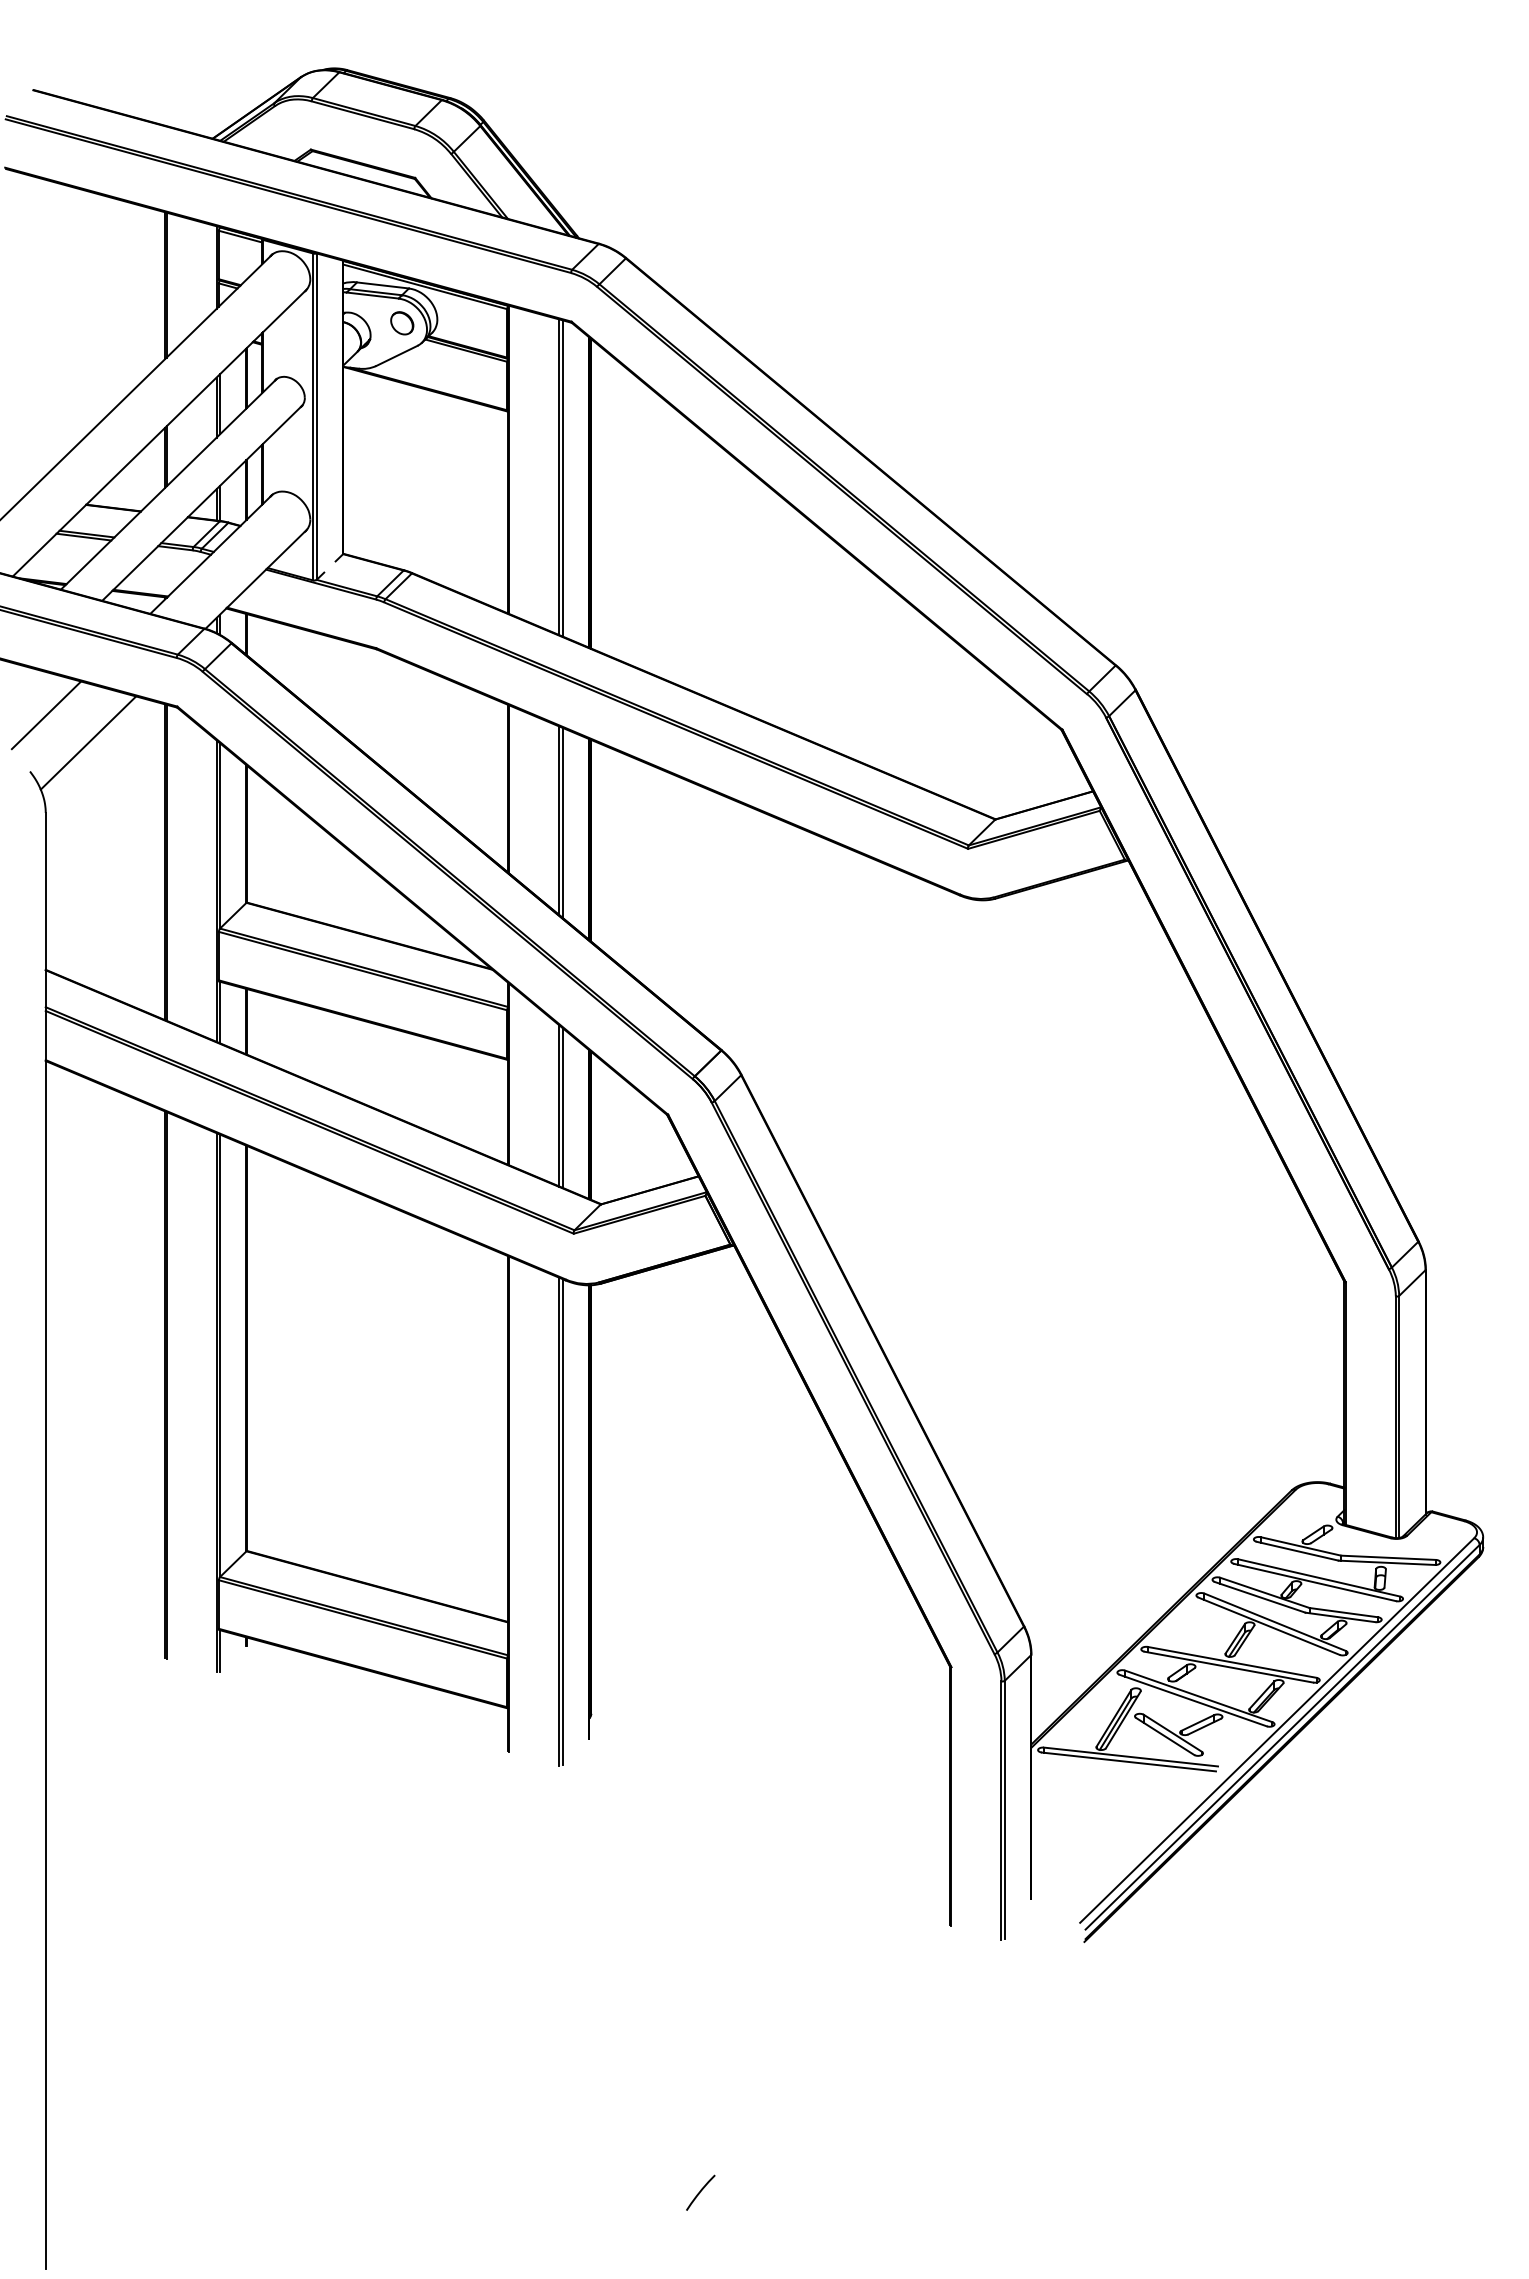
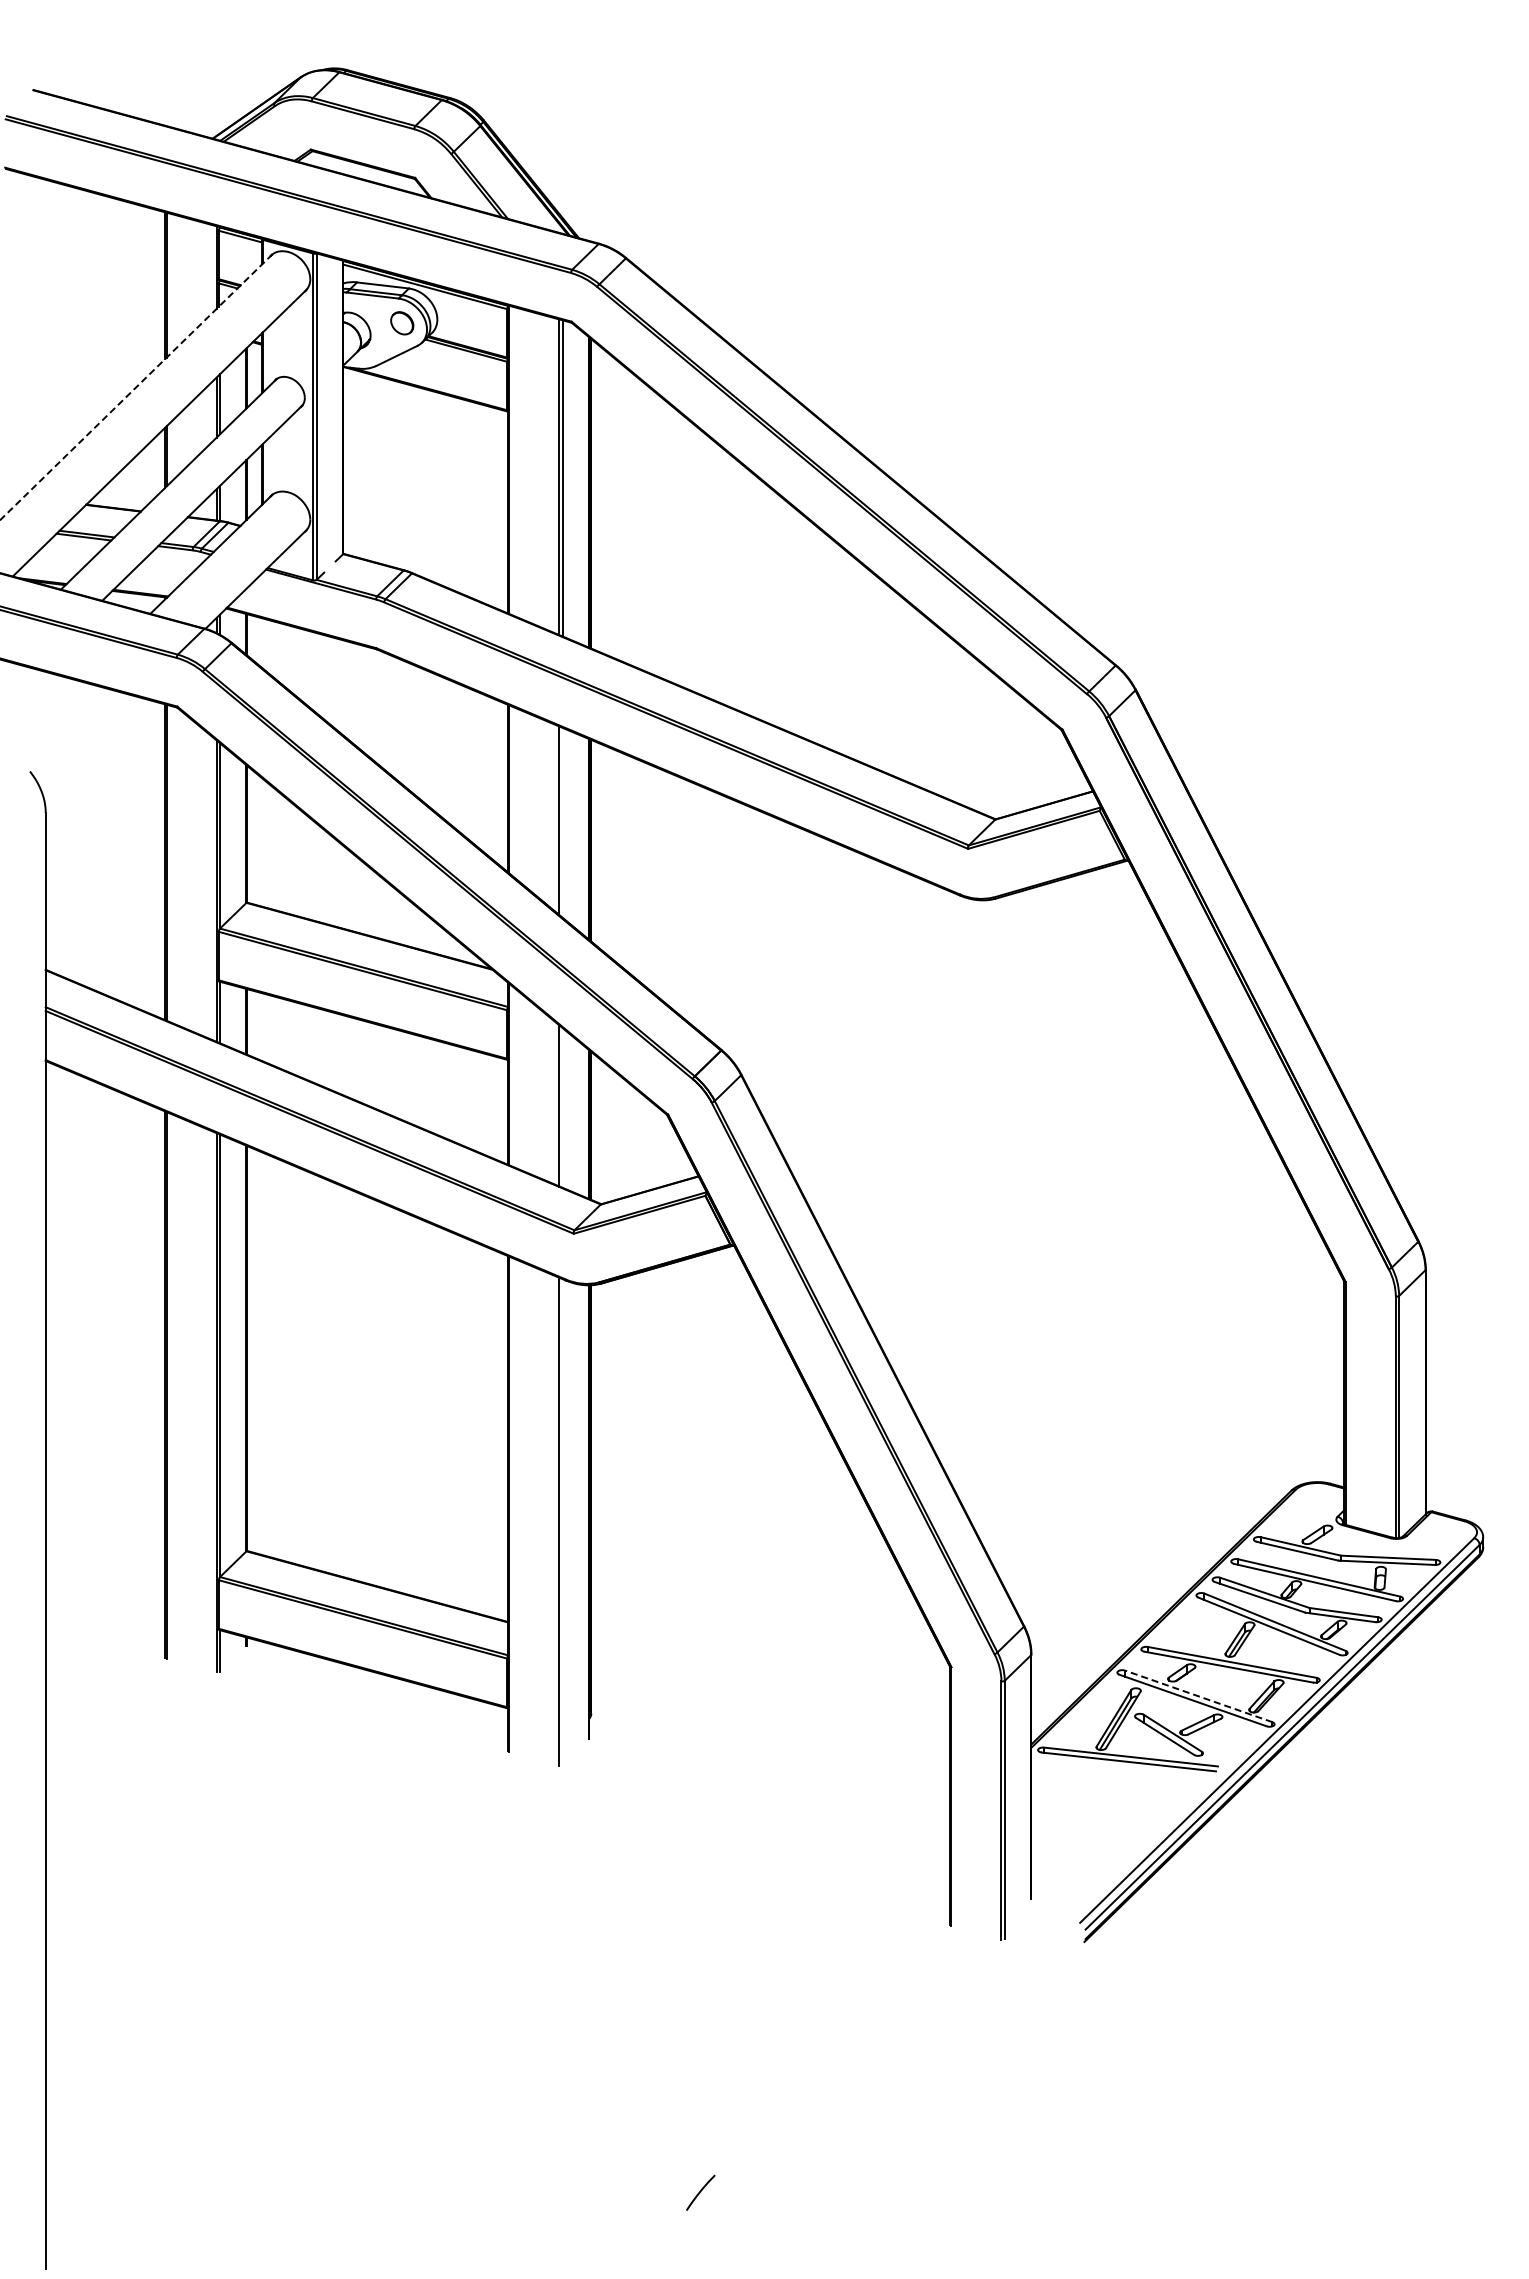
line at (135, 387): solid -> dashed
line at (46, 715): present -> none
line at (88, 742): present -> none
line at (562, 822): present -> none
line at (562, 1107): present -> none
line at (562, 1522): present -> none
line at (1198, 1696): solid -> dashed
